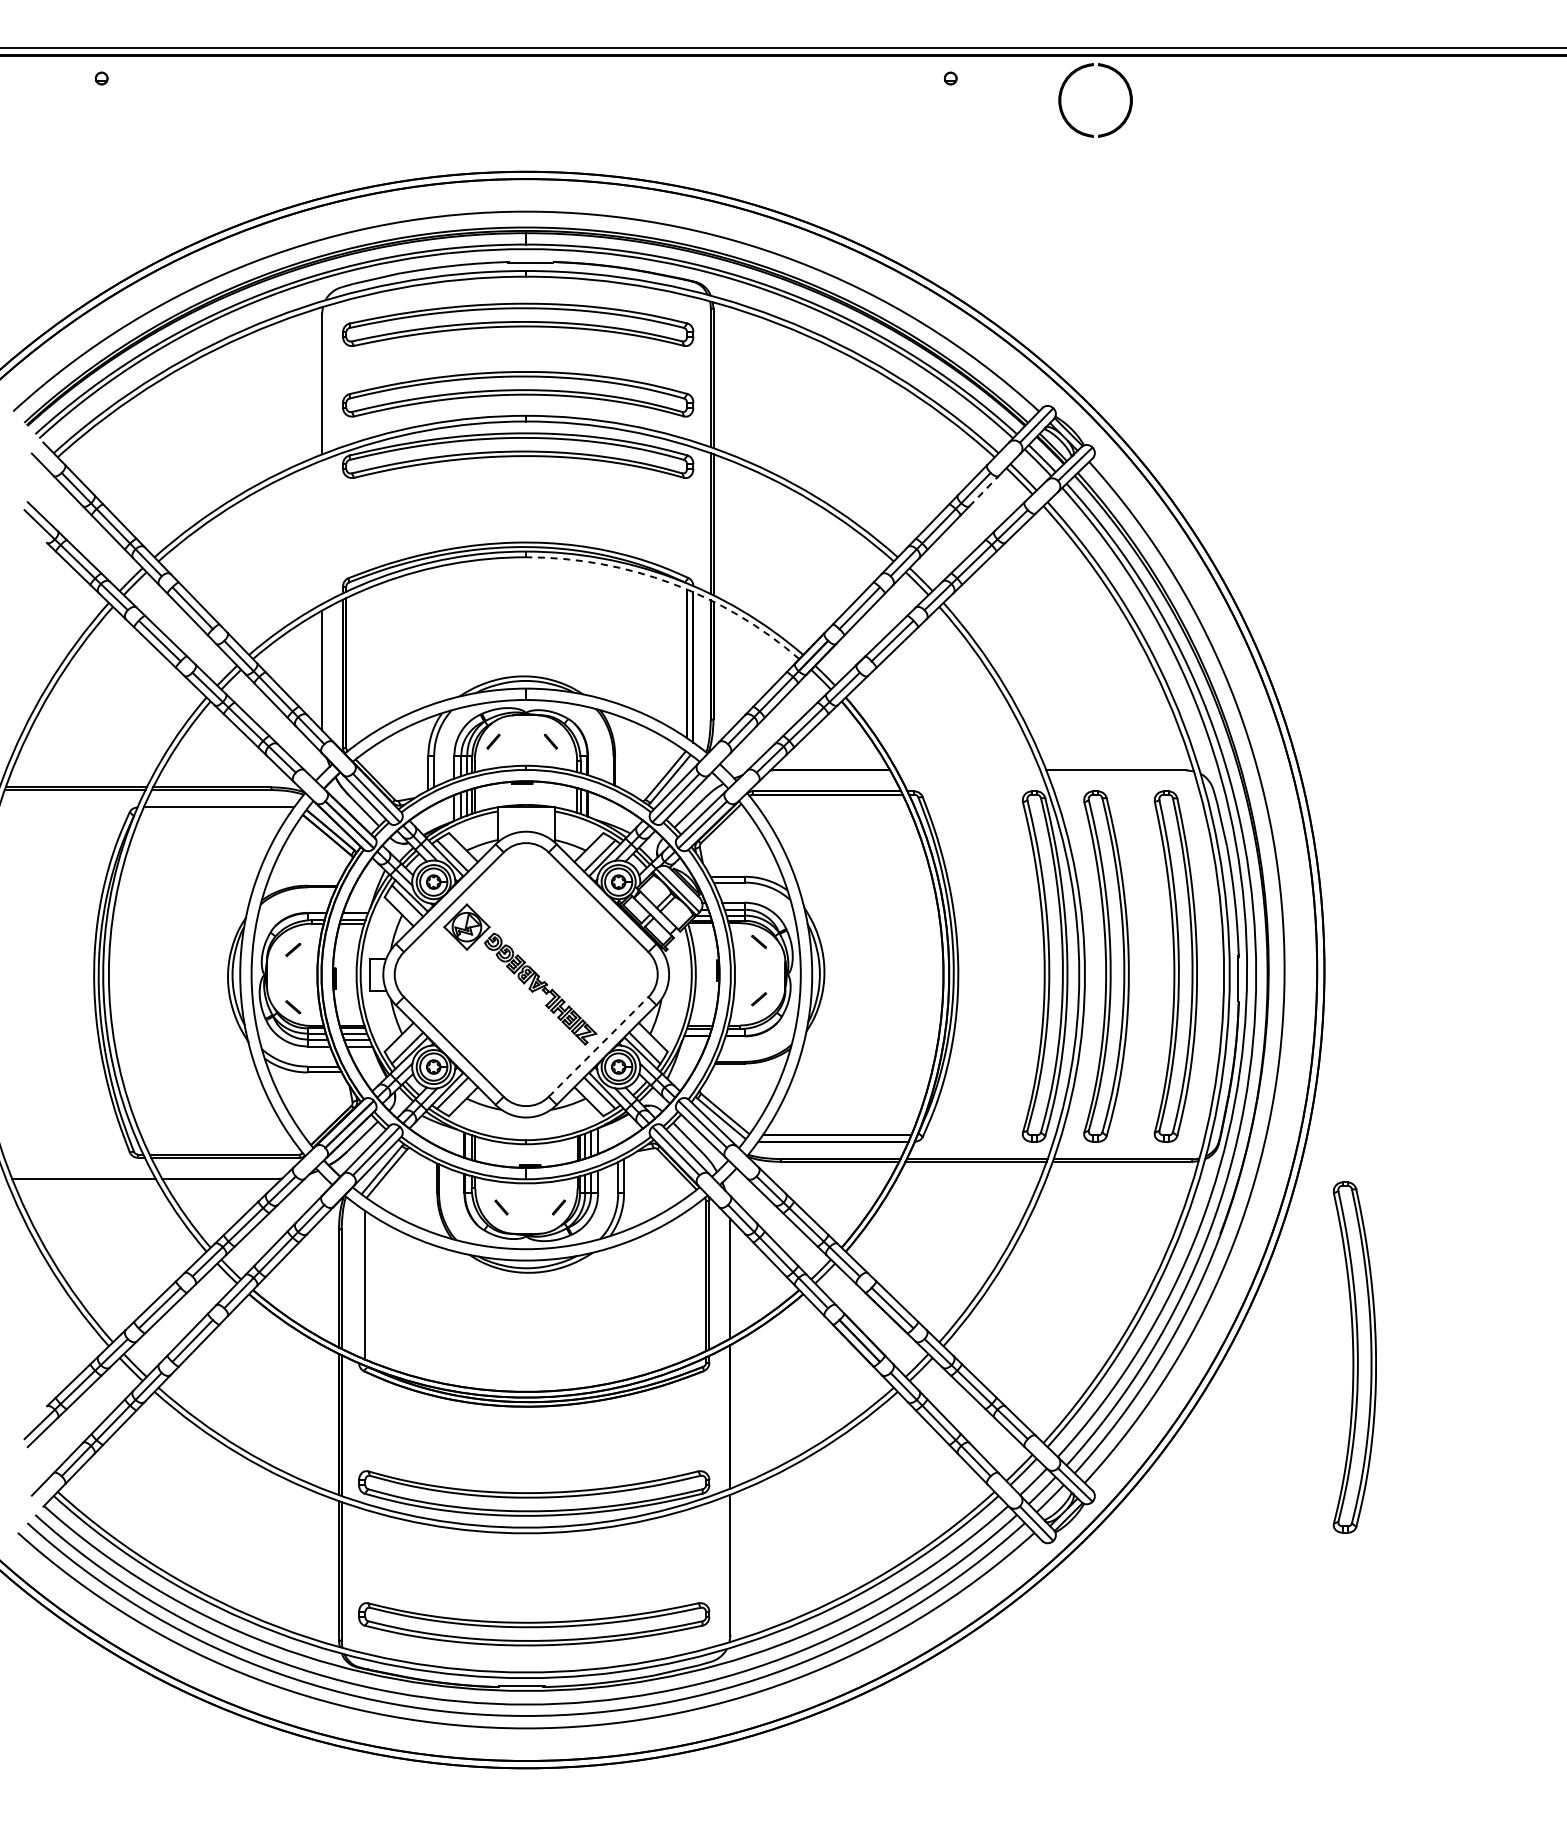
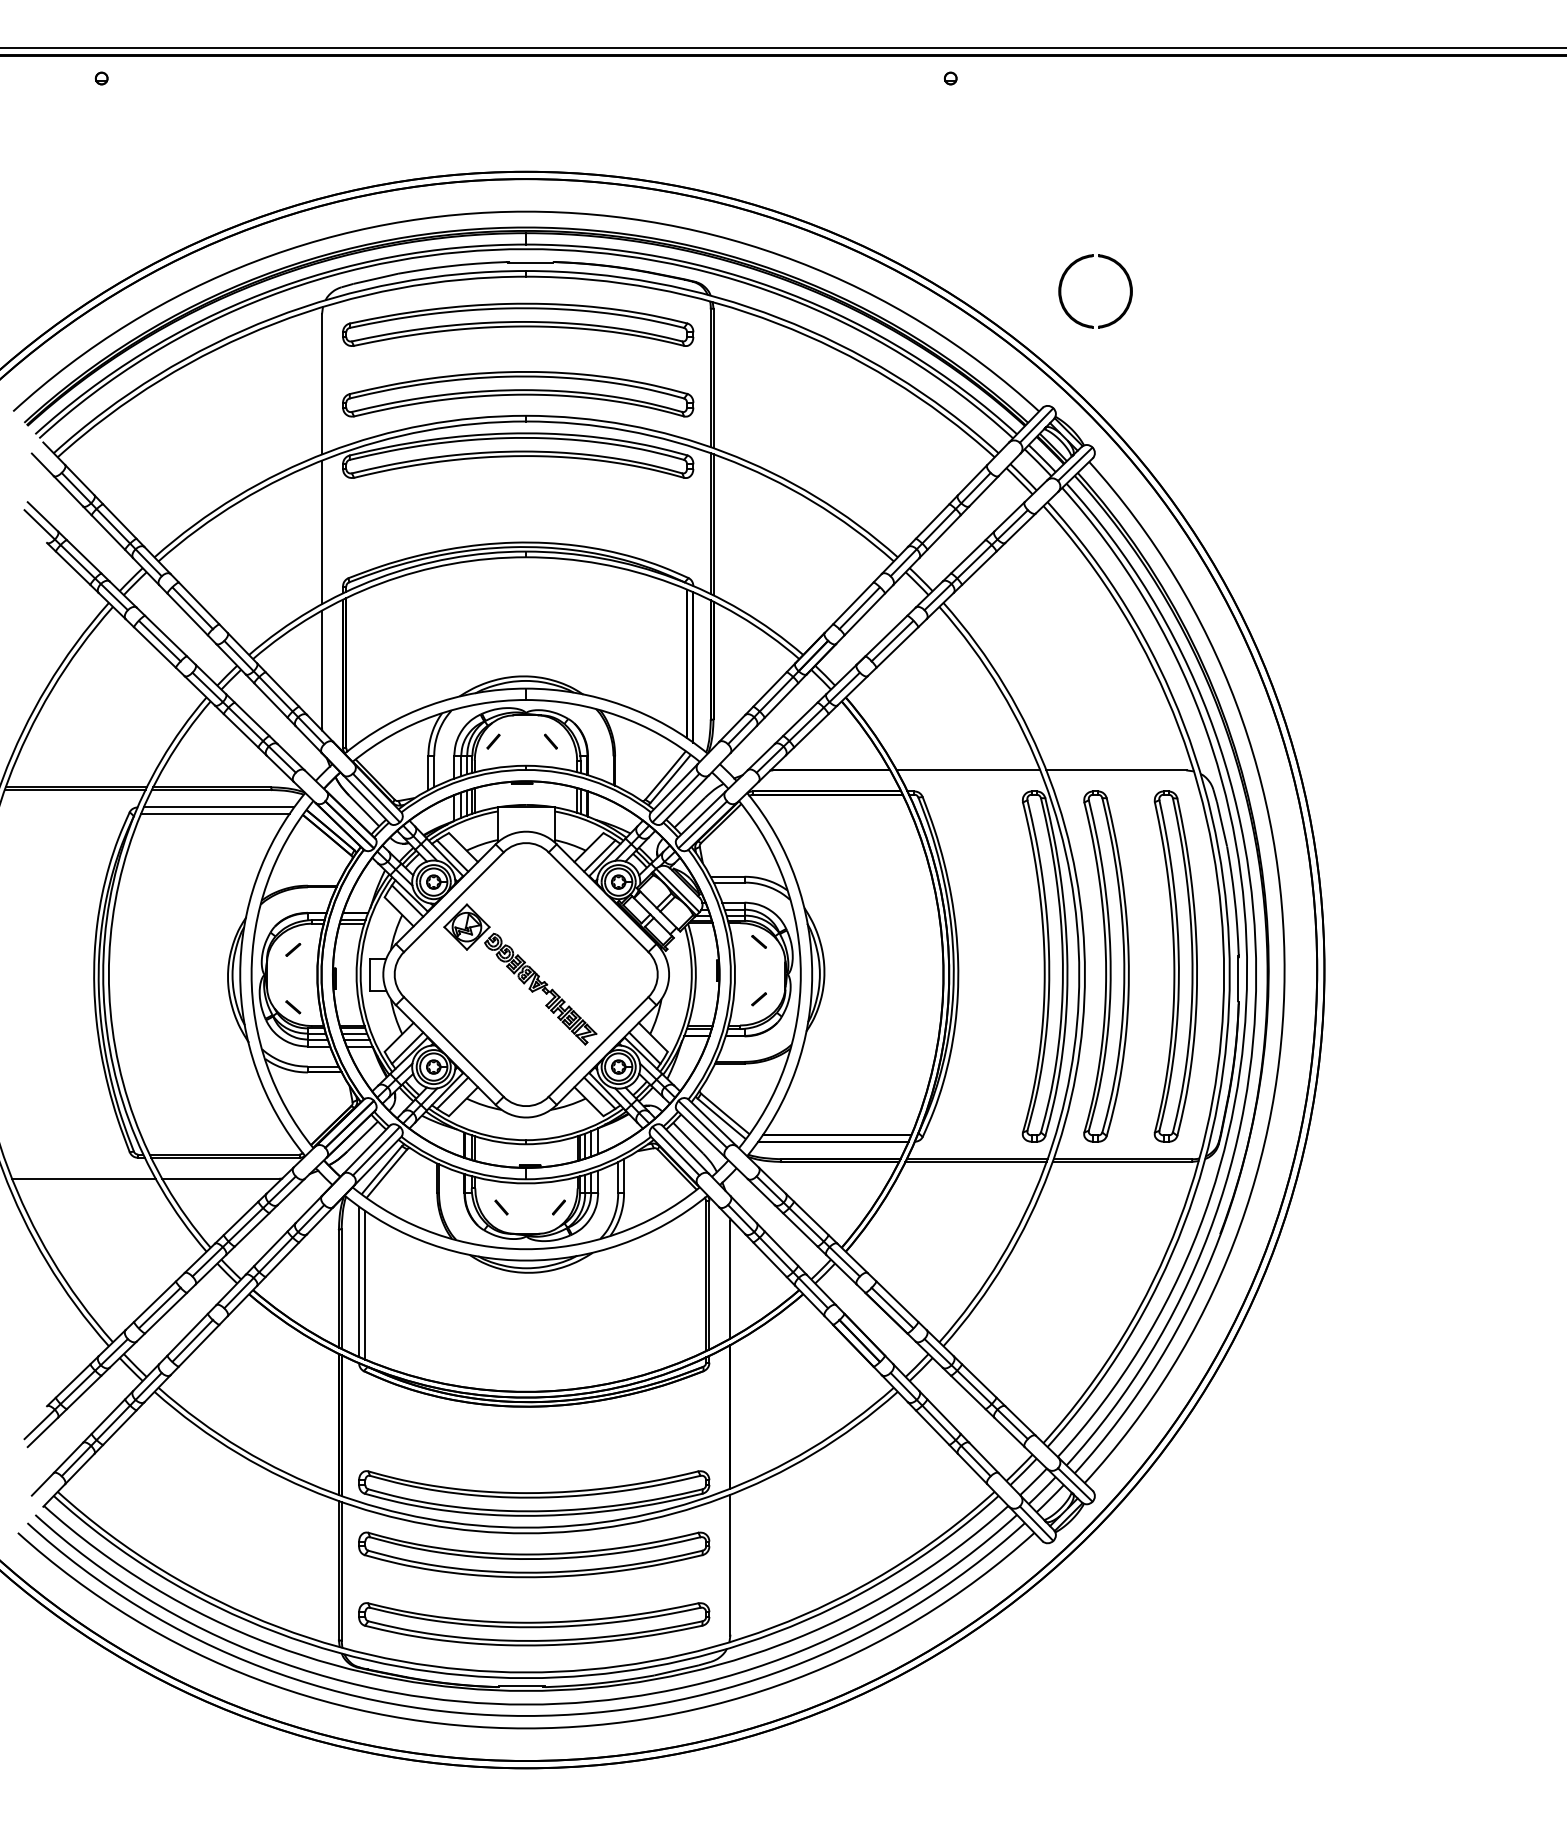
part at (1062, 93) position: (1062, 93) -> (1062, 284)
line at (984, 490): dashed -> solid
line at (322, 532): none -> present
arc at (671, 583): dashed -> solid
line at (968, 770): none -> present
line at (215, 813): none -> present
line at (598, 1046): dashed -> solid
line at (359, 1281): none -> present
part at (1354, 1357): present -> none
part at (534, 1554): none -> present
